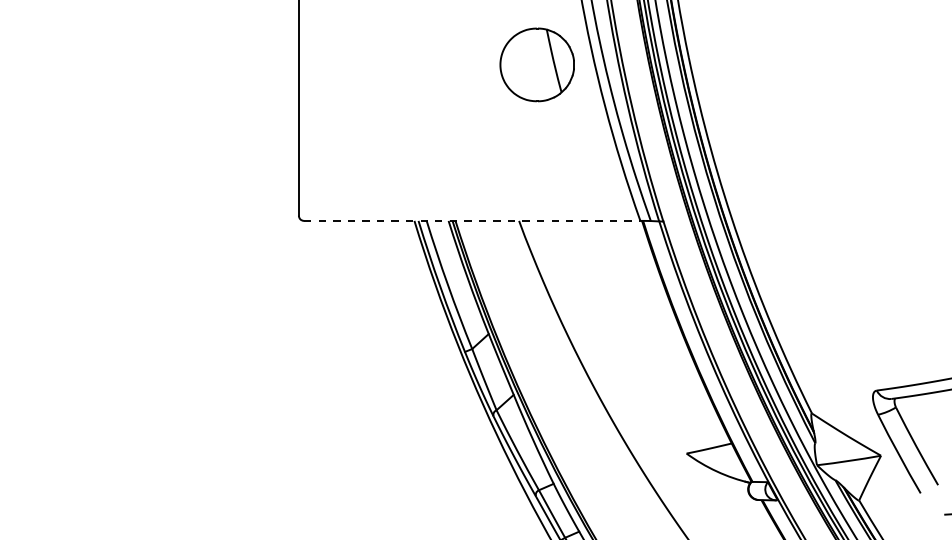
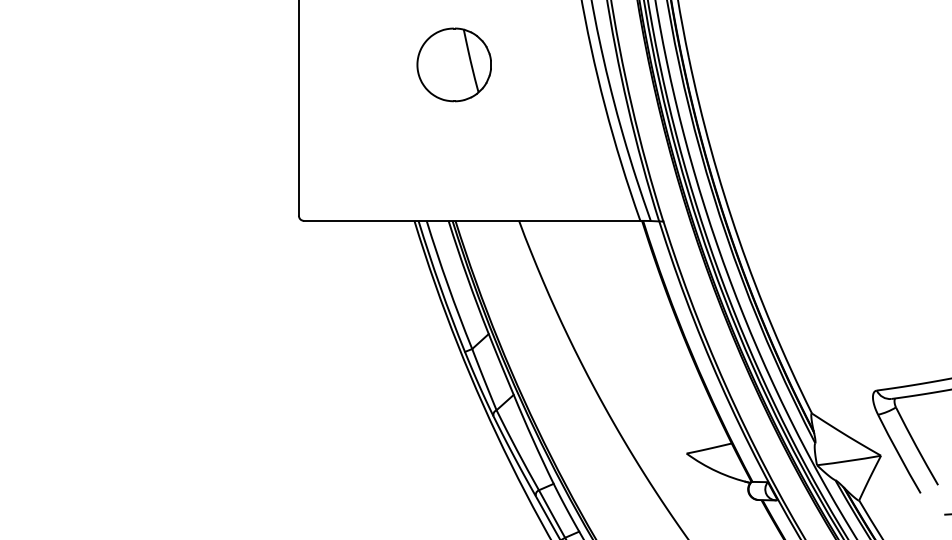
part at (536, 64) position: (536, 64) -> (453, 64)
line at (472, 220): dashed -> solid
